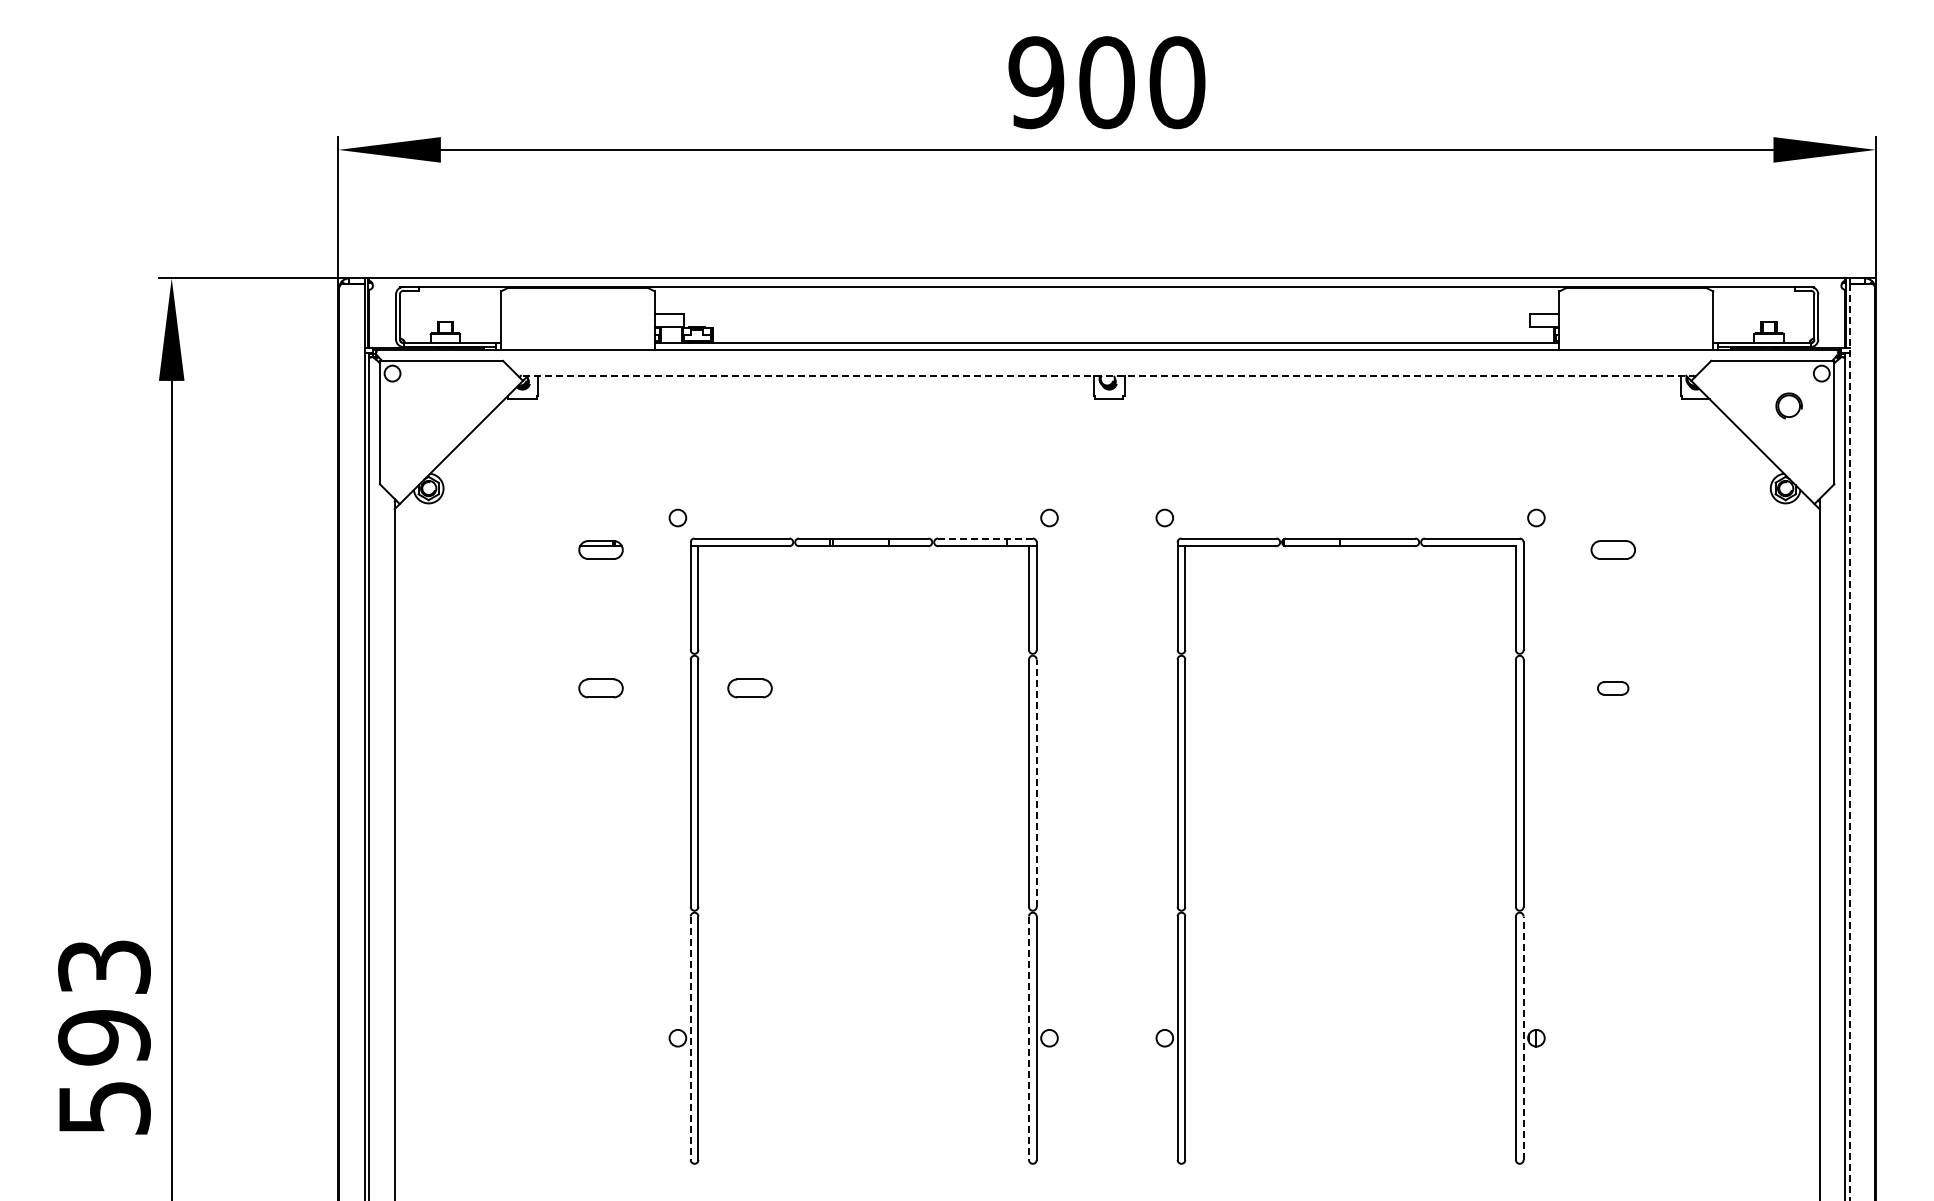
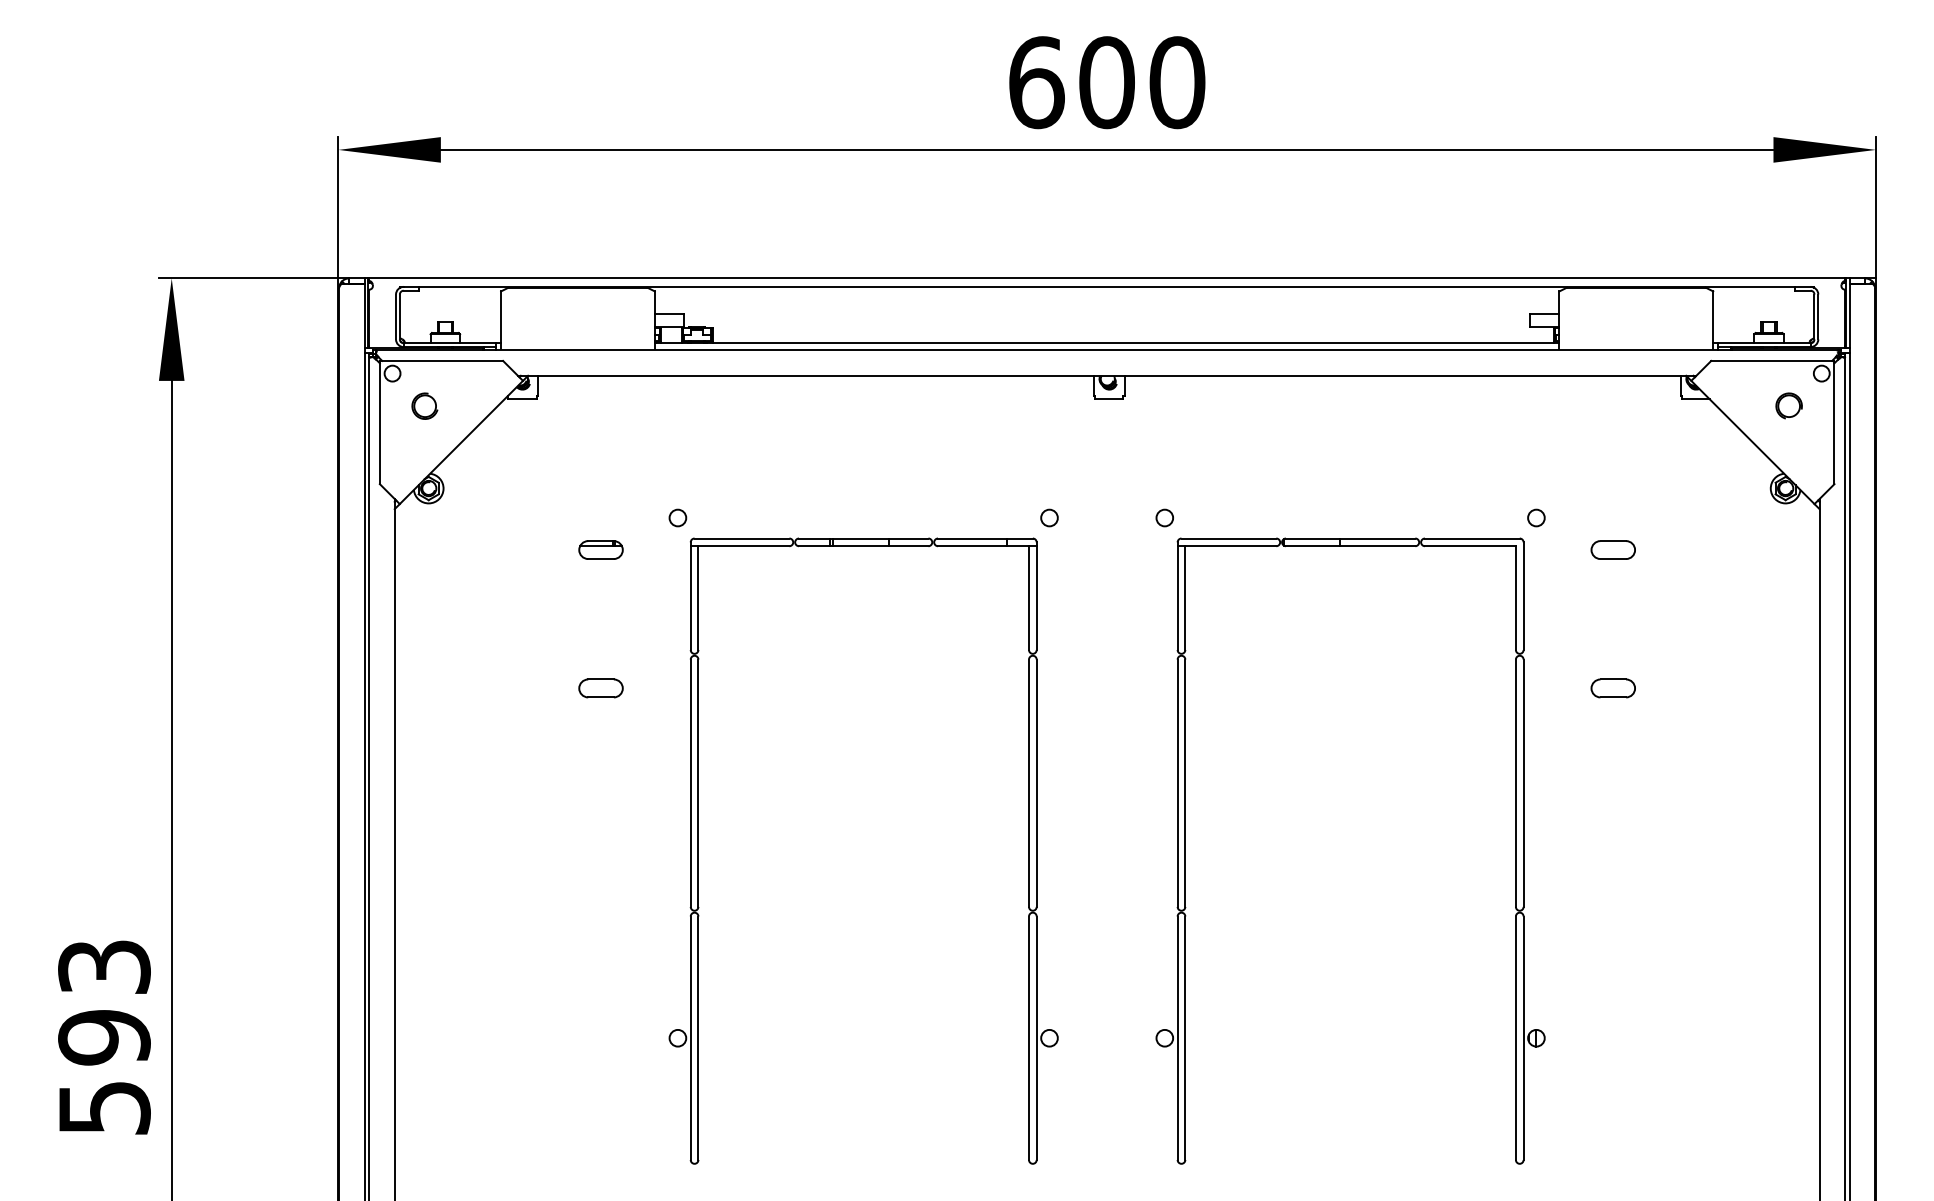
text at (1036, 82): 900 -> 600
line at (1106, 375): dashed -> solid
part at (424, 405): none -> present
line at (984, 538): dashed -> solid
part at (749, 688): present -> none
part at (1613, 688) size: 33x15 px -> 46x21 px
line at (1849, 742): dashed -> solid
line at (1036, 783): dashed -> solid
line at (690, 1038): dashed -> solid
line at (1029, 1038): dashed -> solid
line at (1523, 1038): dashed -> solid
